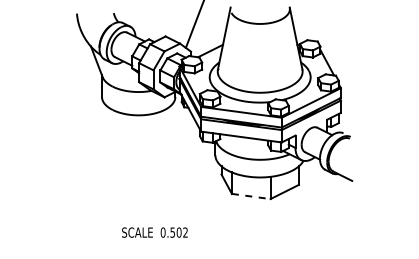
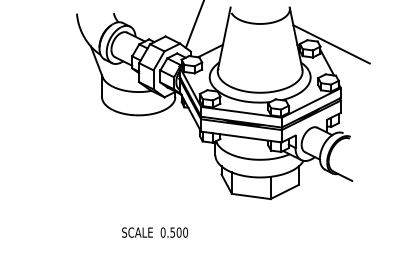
line at (331, 44): none -> present
line at (251, 196): dashed -> solid
text at (185, 232): 0.502 -> 0.500
